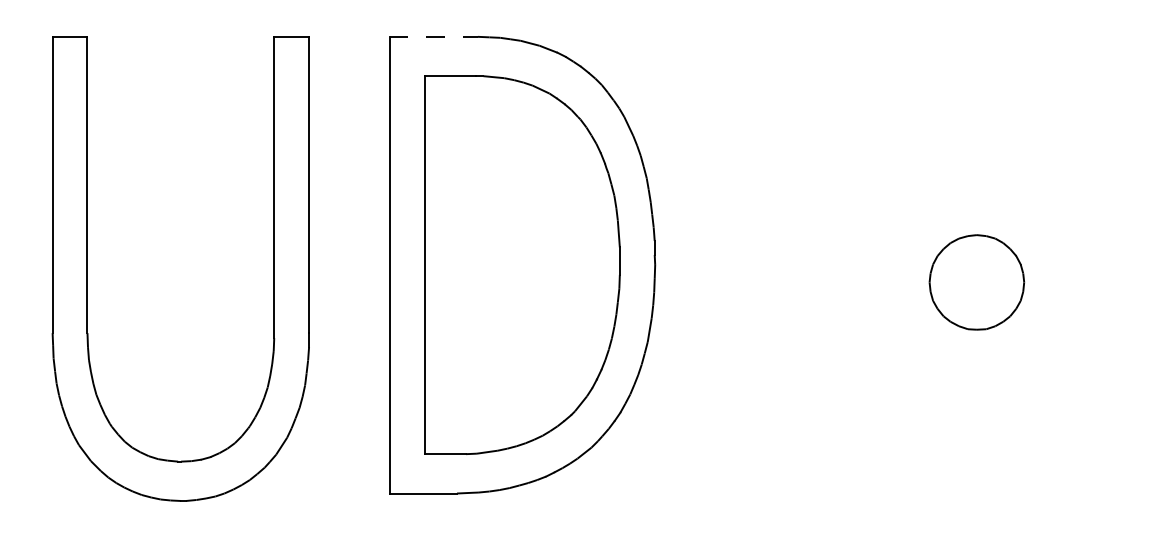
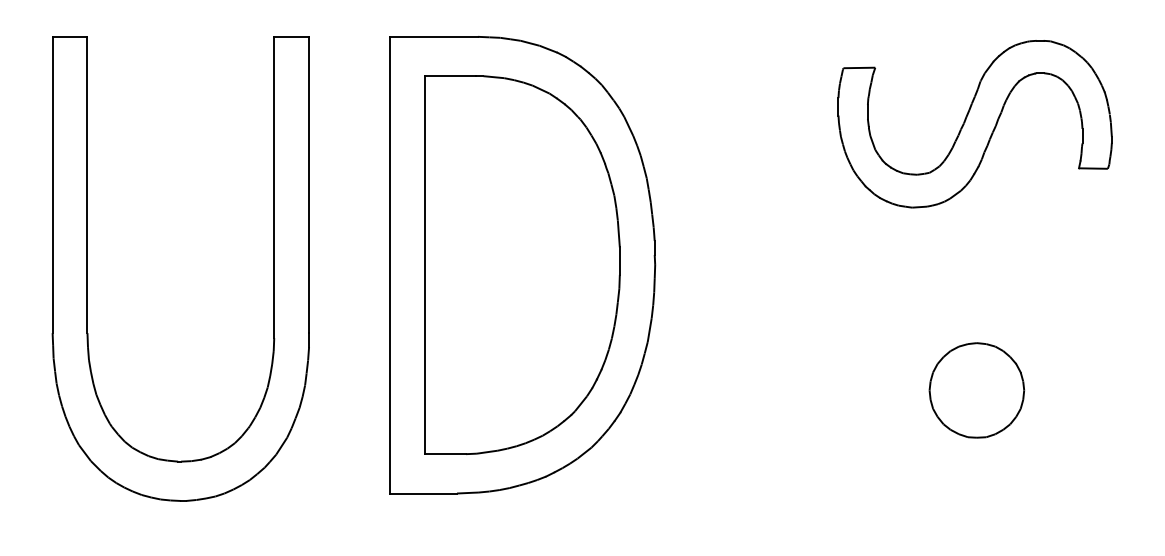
line at (434, 36): dashed -> solid
part at (974, 124): none -> present
part at (976, 282) position: (976, 282) -> (976, 390)
